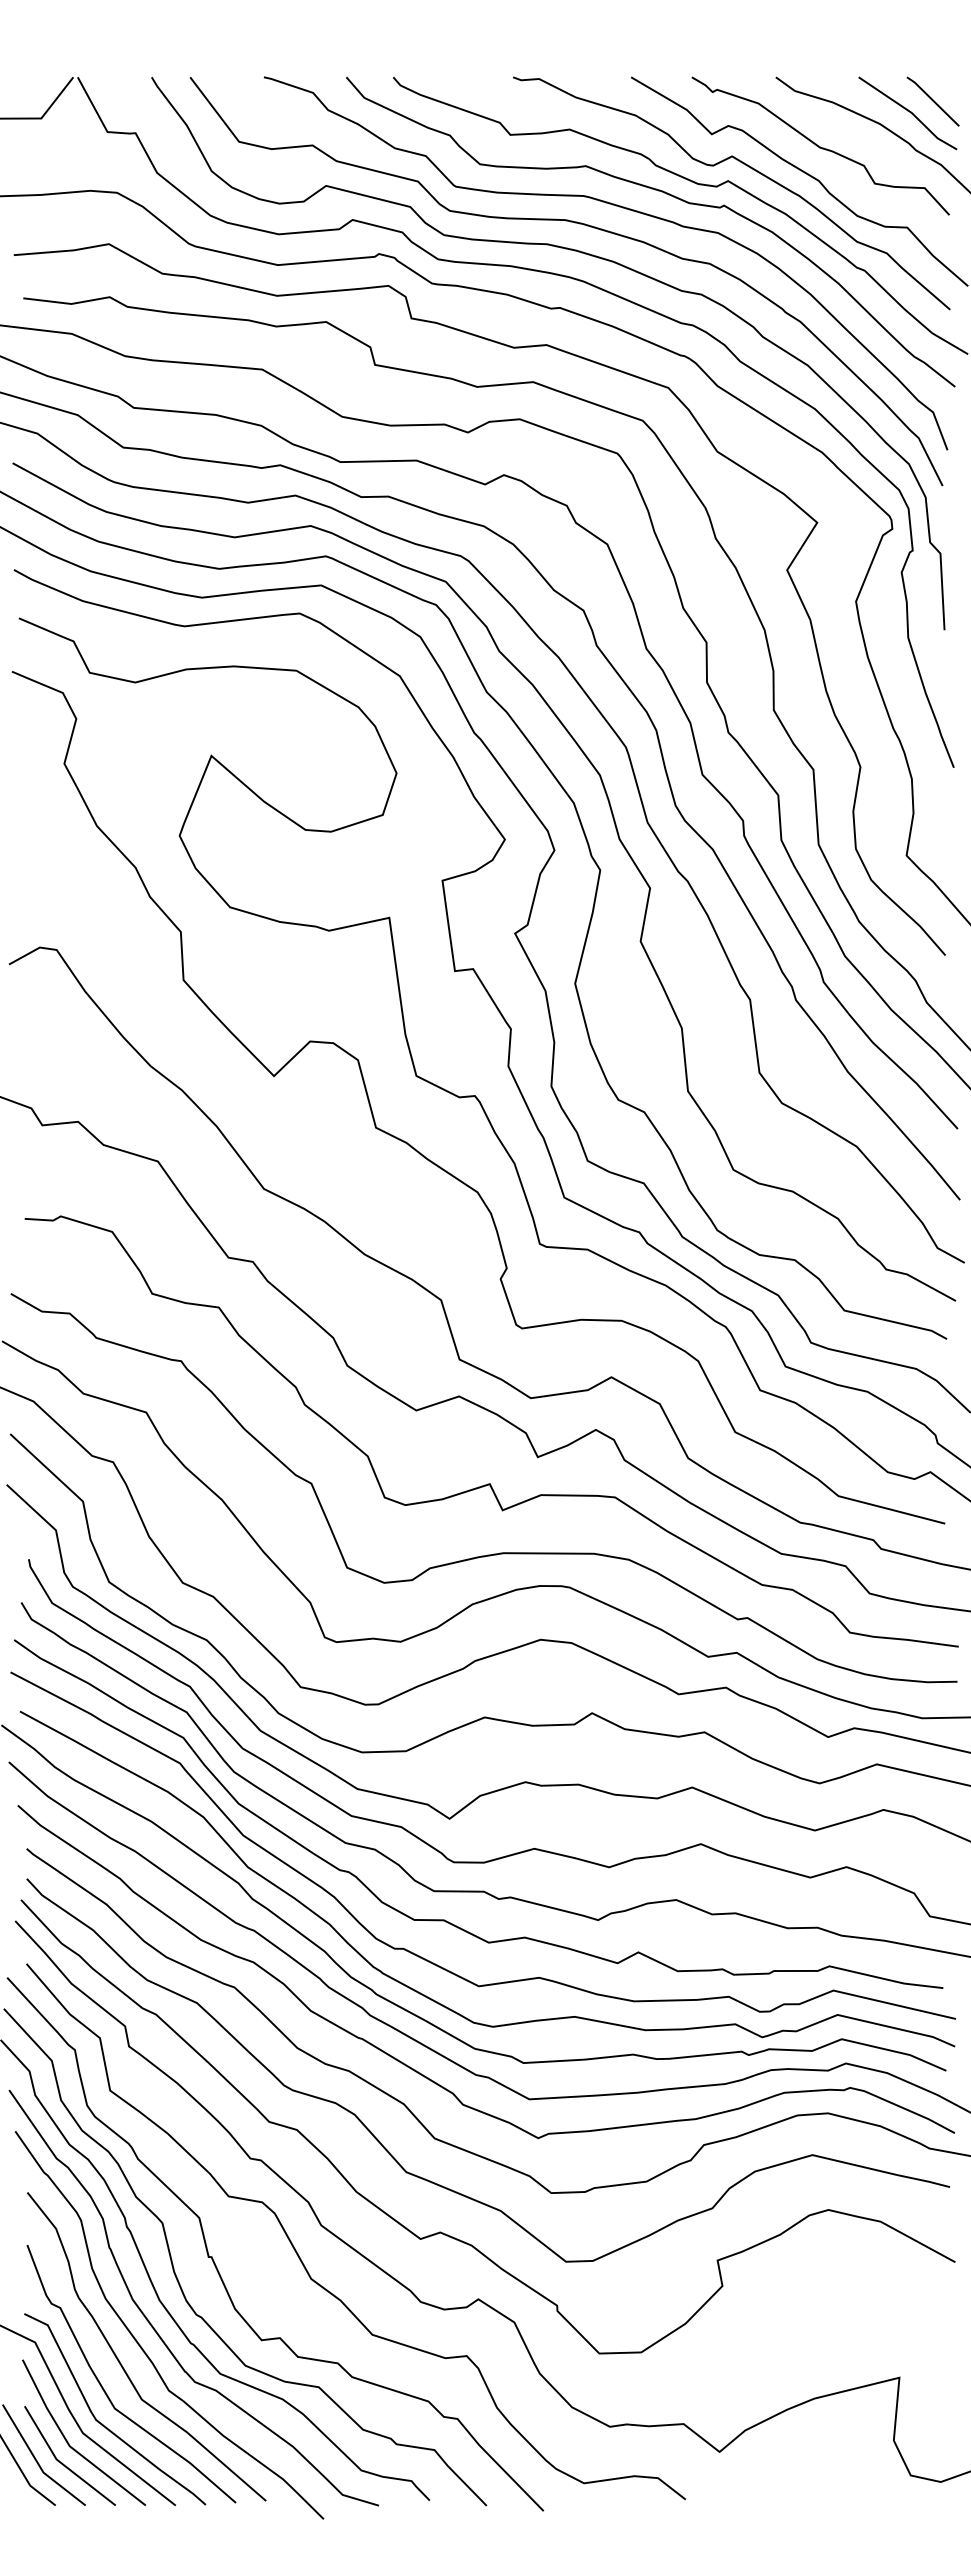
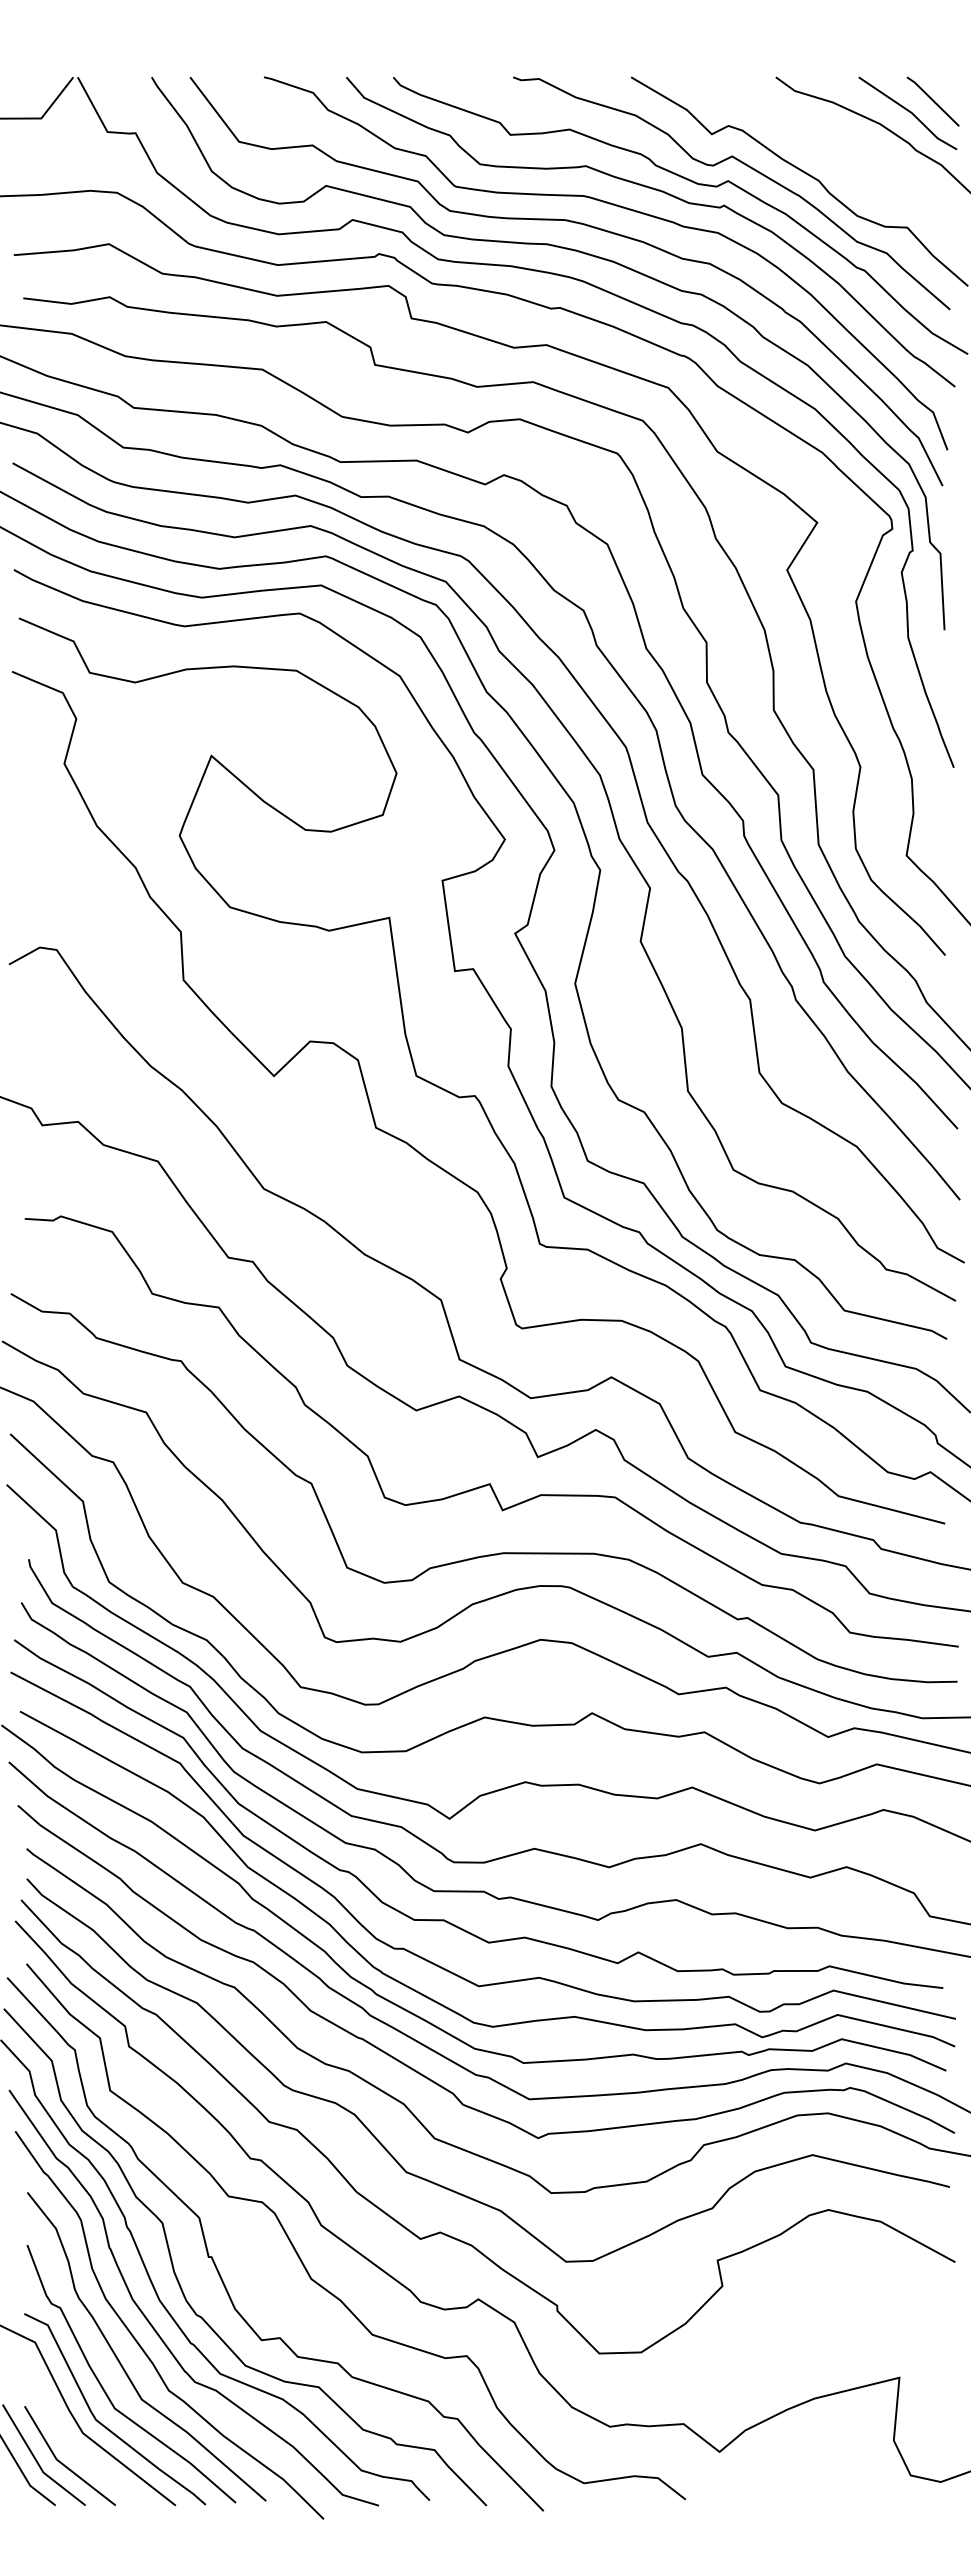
curve at (820, 146): present -> none
line at (69, 2443): present -> none
